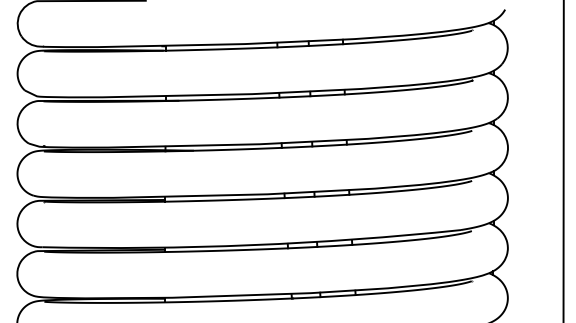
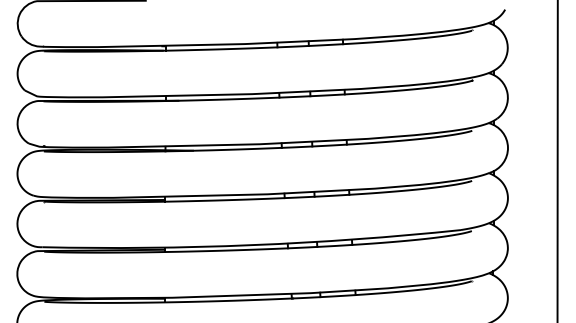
line at (563, 160) position: (563, 160) -> (557, 160)
